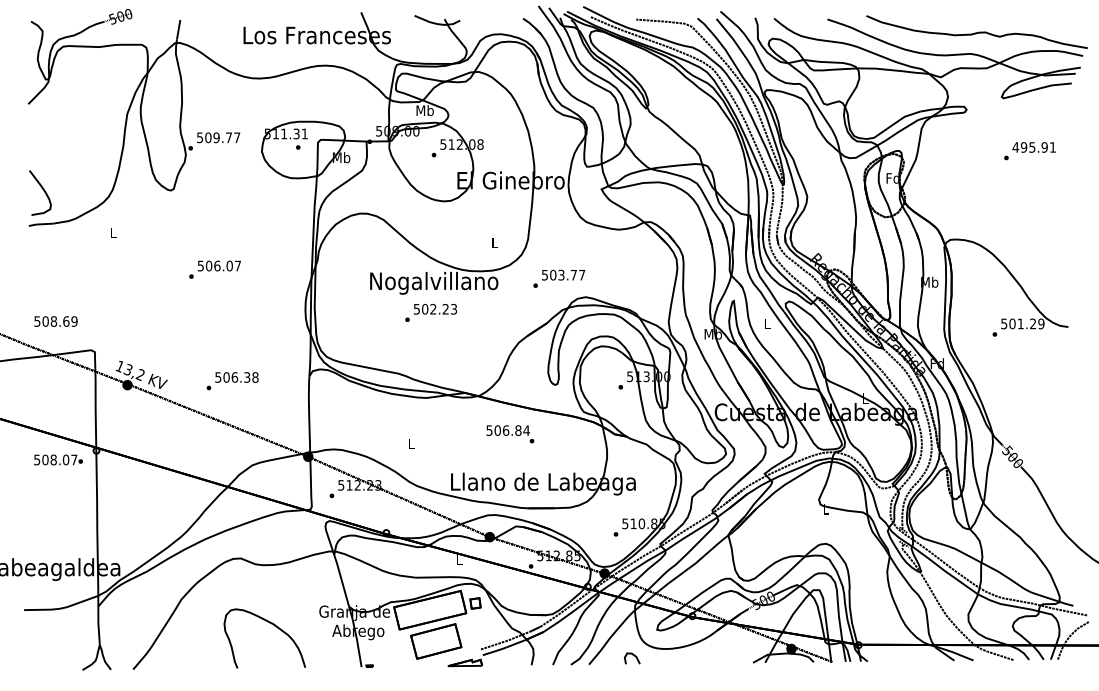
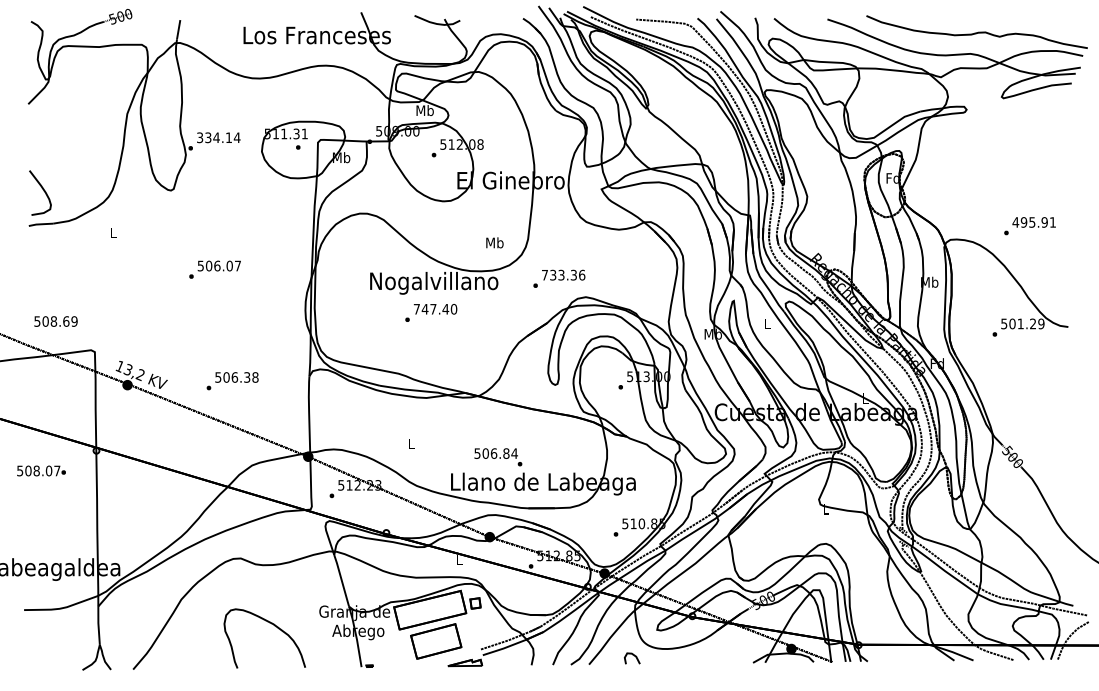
text at (218, 137): 509.77 -> 334.14
text at (1029, 151) position: (1029, 151) -> (1029, 226)
text at (494, 242): L -> Mb
text at (563, 274): 503.77 -> 733.36
text at (435, 308): 502.23 -> 747.40
text at (510, 434) position: (510, 434) -> (498, 457)
text at (58, 459) position: (58, 459) -> (41, 470)
